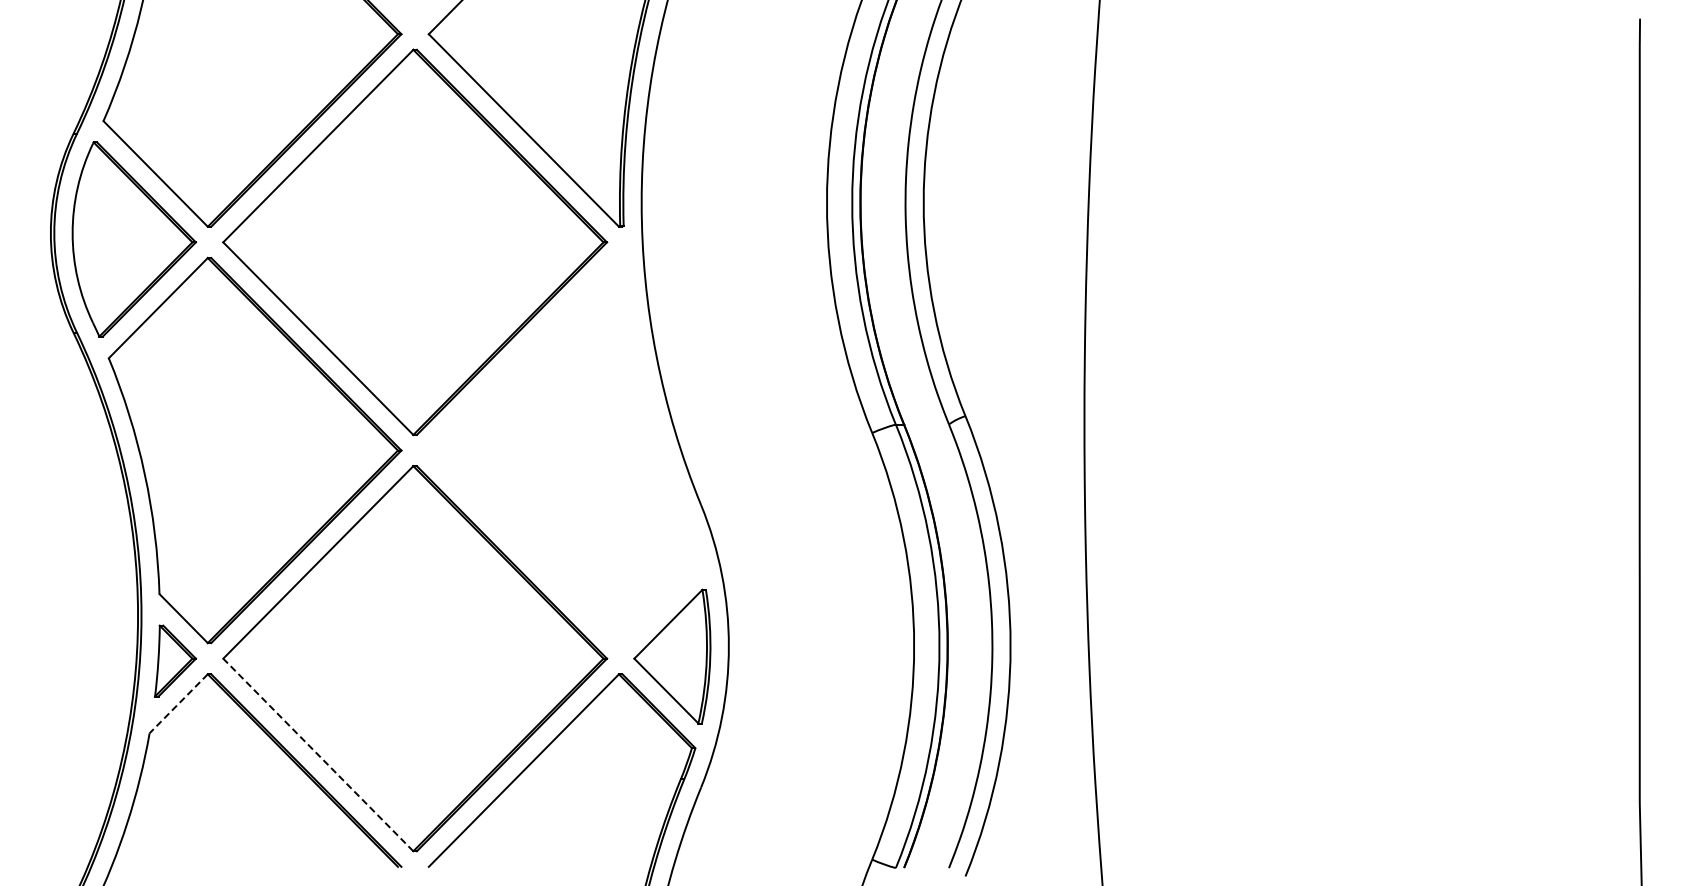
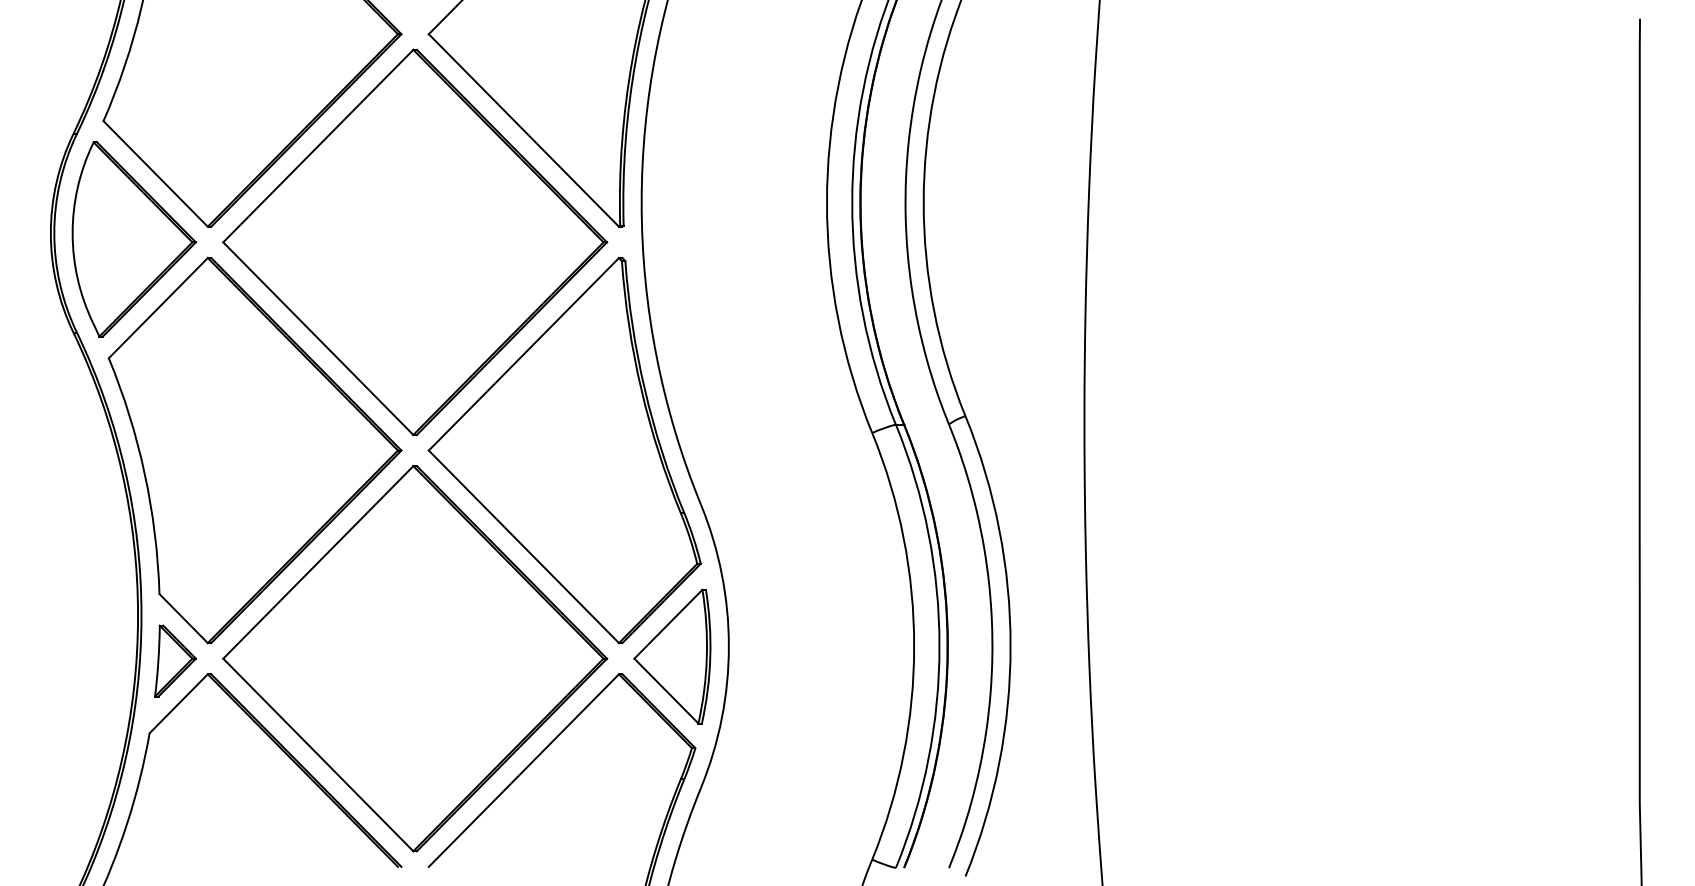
part at (564, 450): none -> present
line at (178, 704): dashed -> solid
line at (317, 754): dashed -> solid
